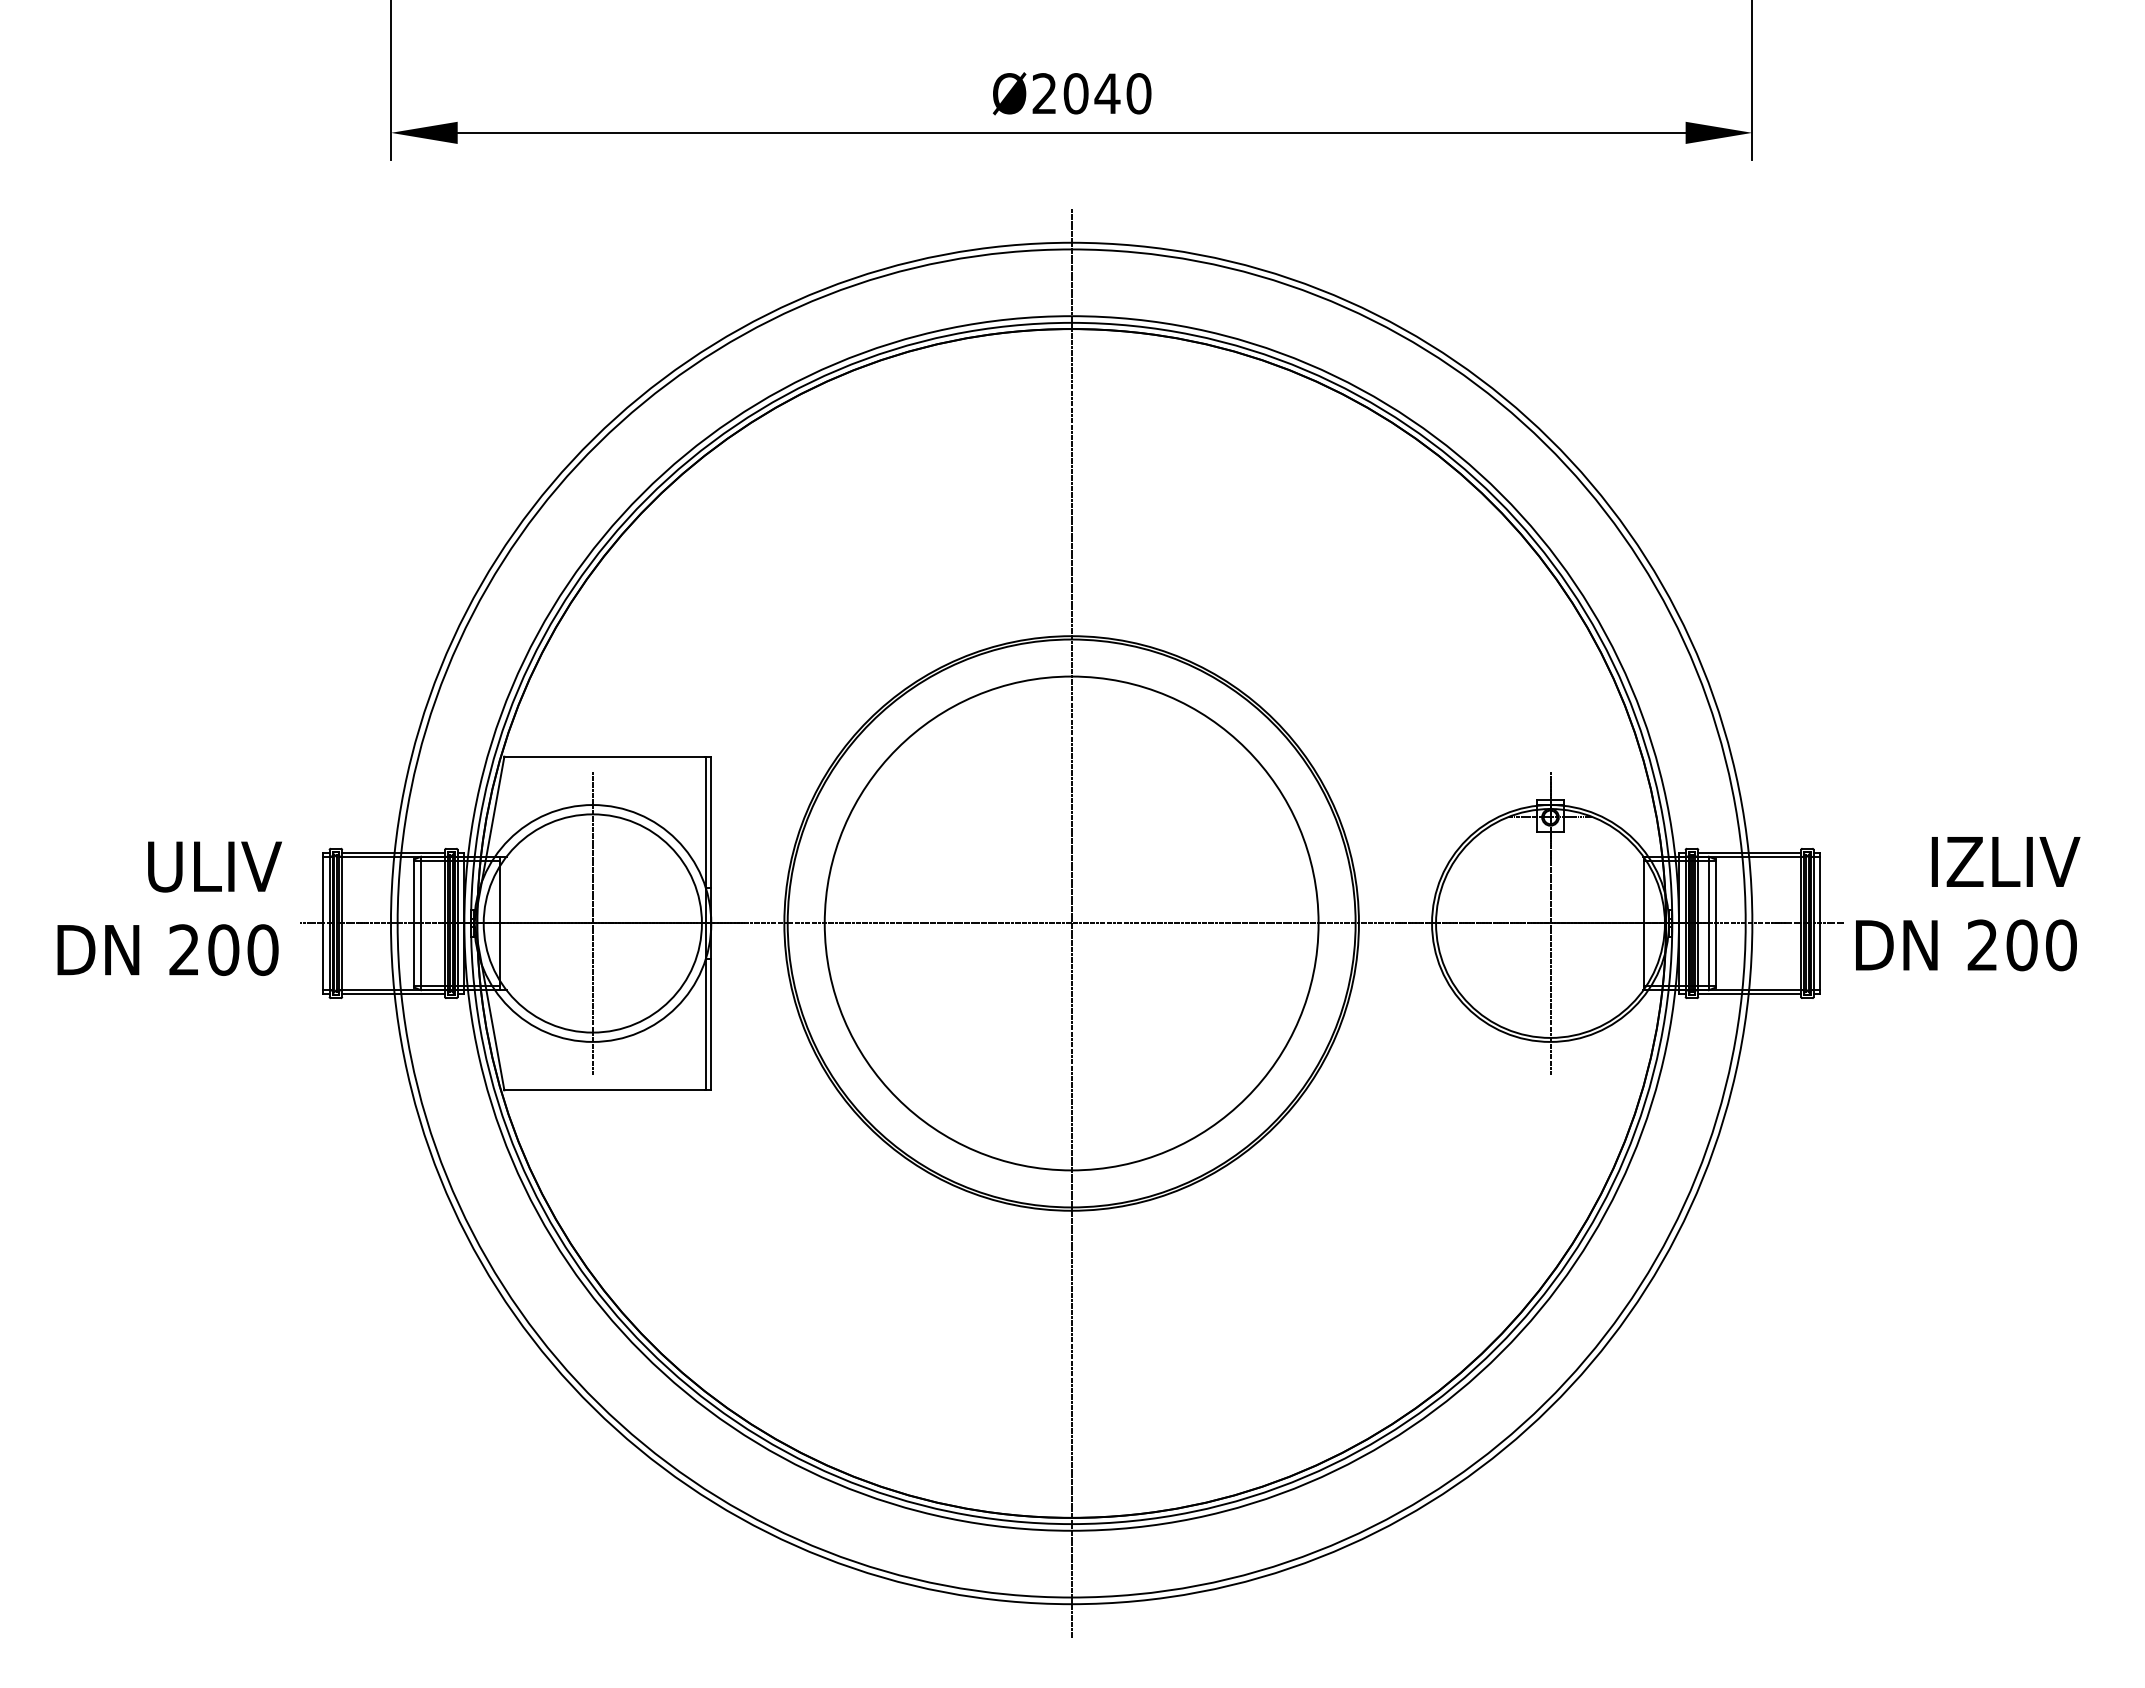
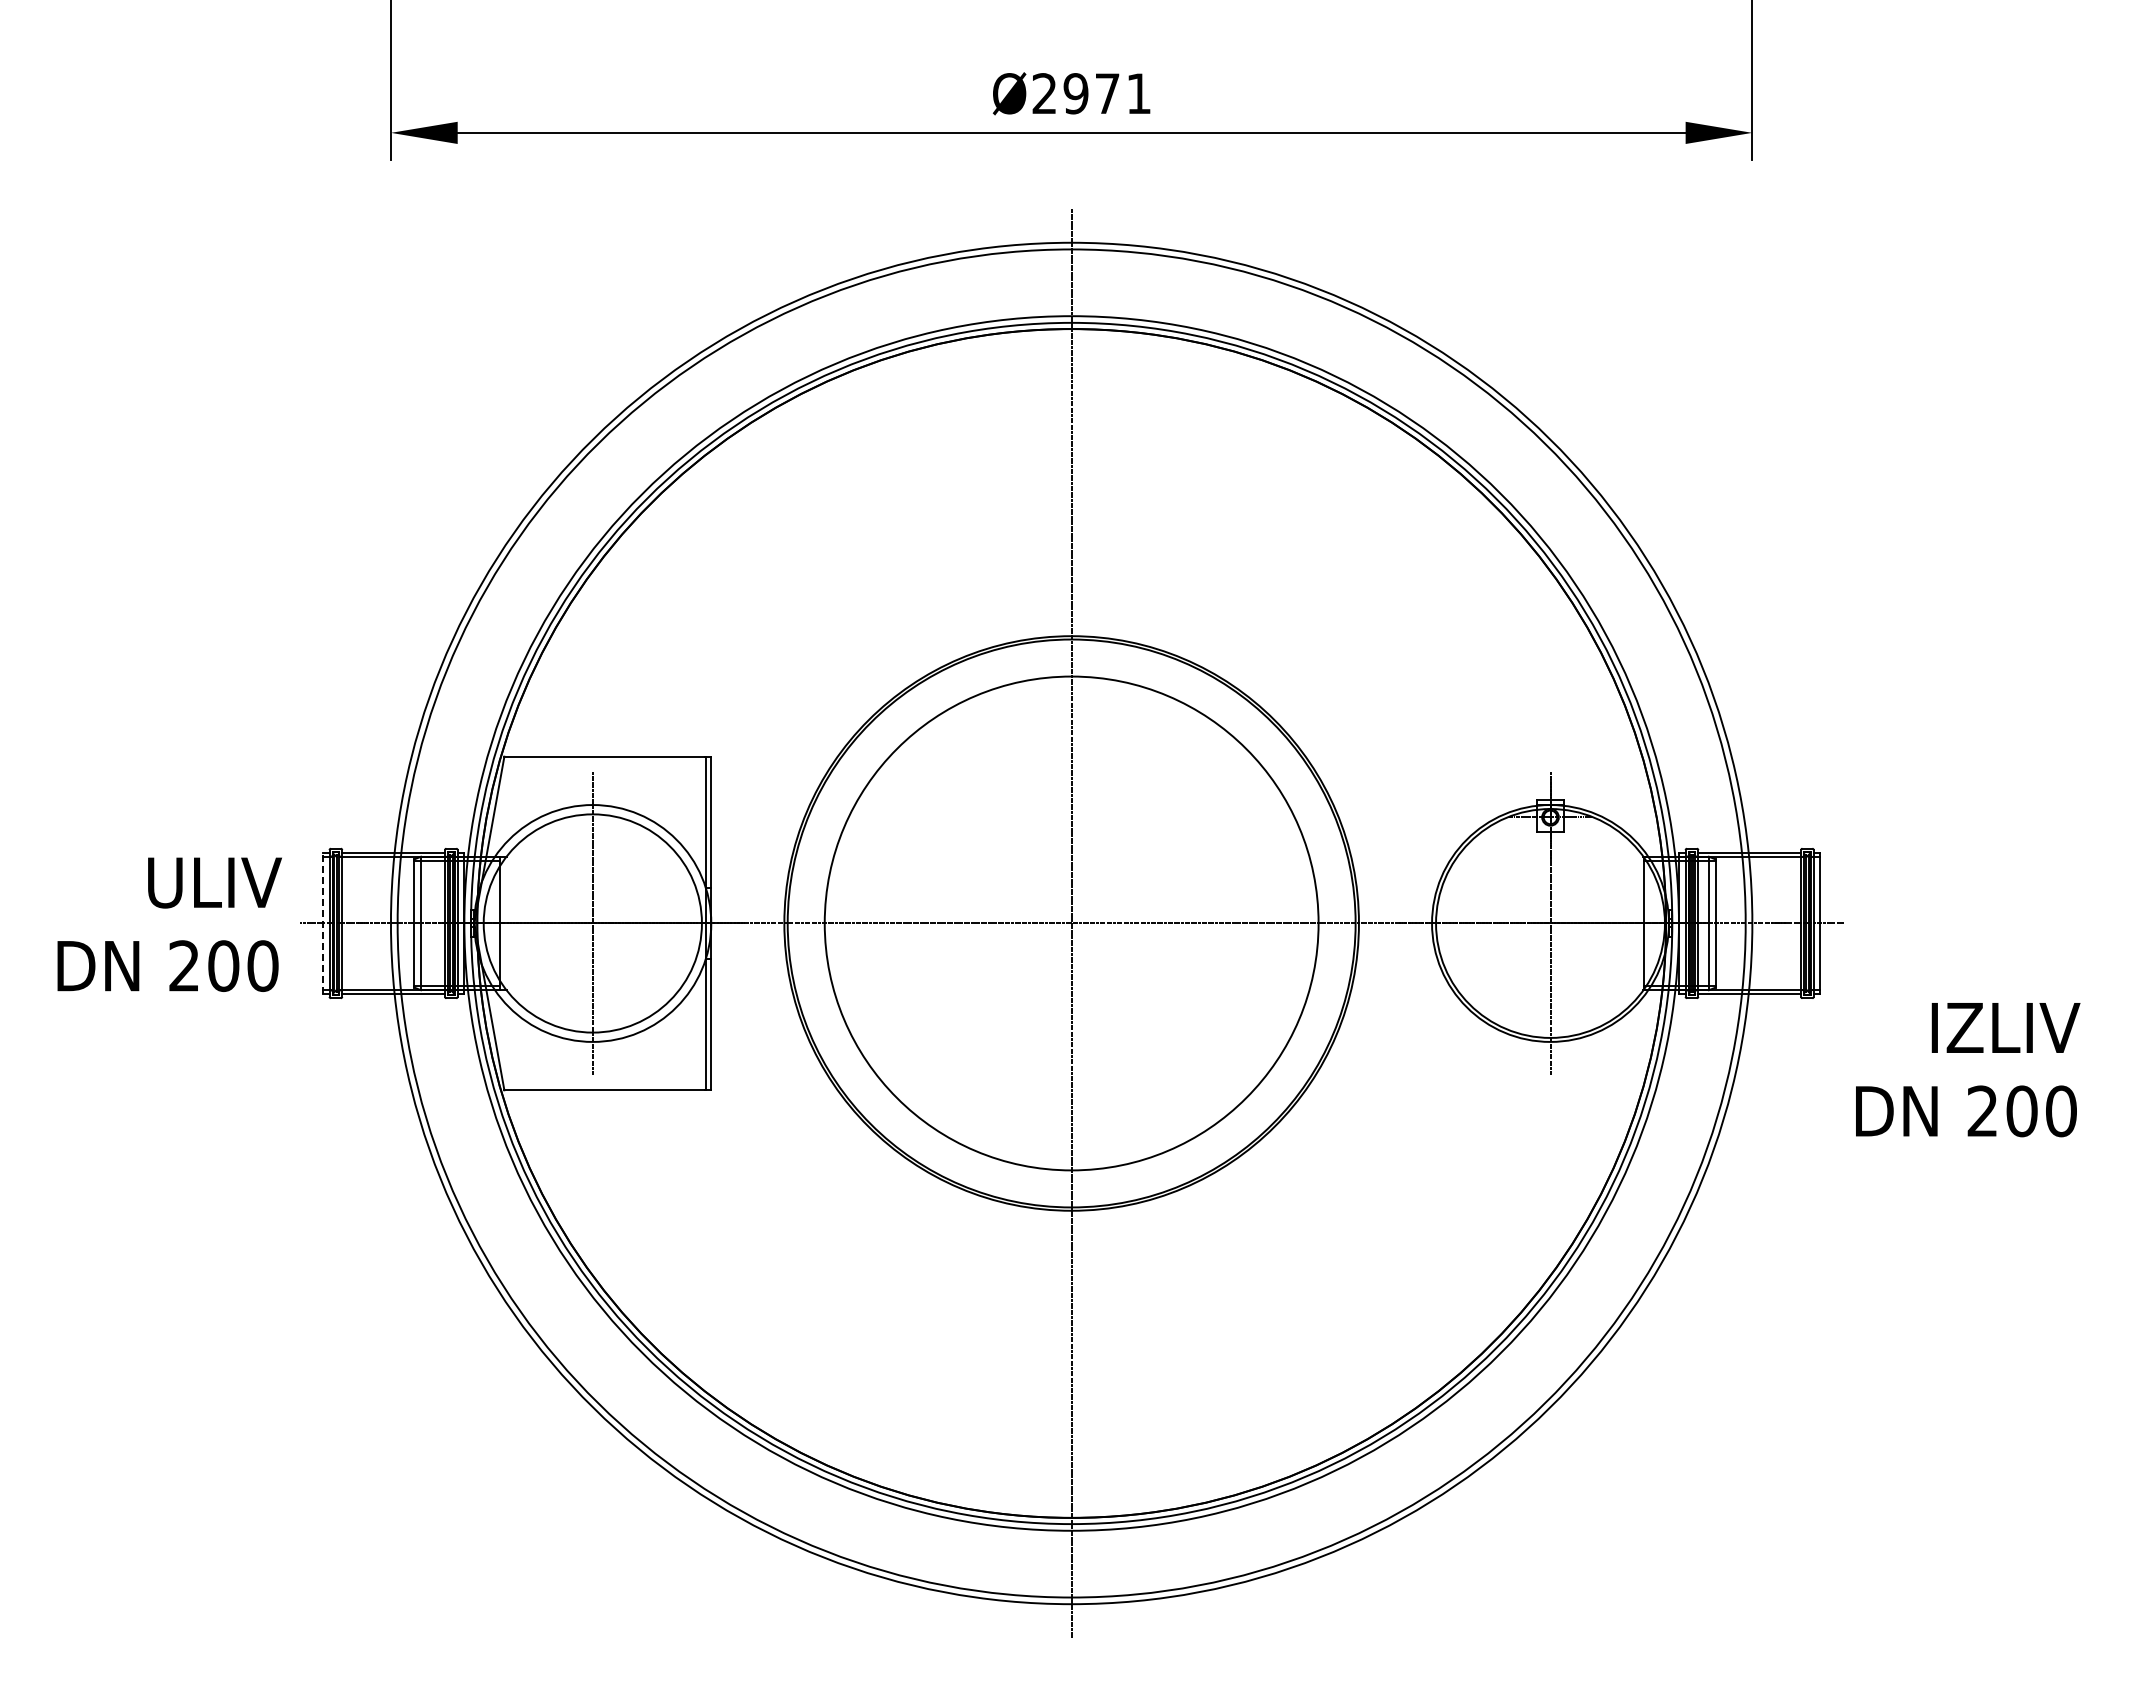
text at (1107, 93): Ø2040 -> Ø2971
text at (1968, 904) position: (1968, 904) -> (1968, 1070)
text at (169, 908) position: (169, 908) -> (169, 924)
line at (322, 922): solid -> dashed
